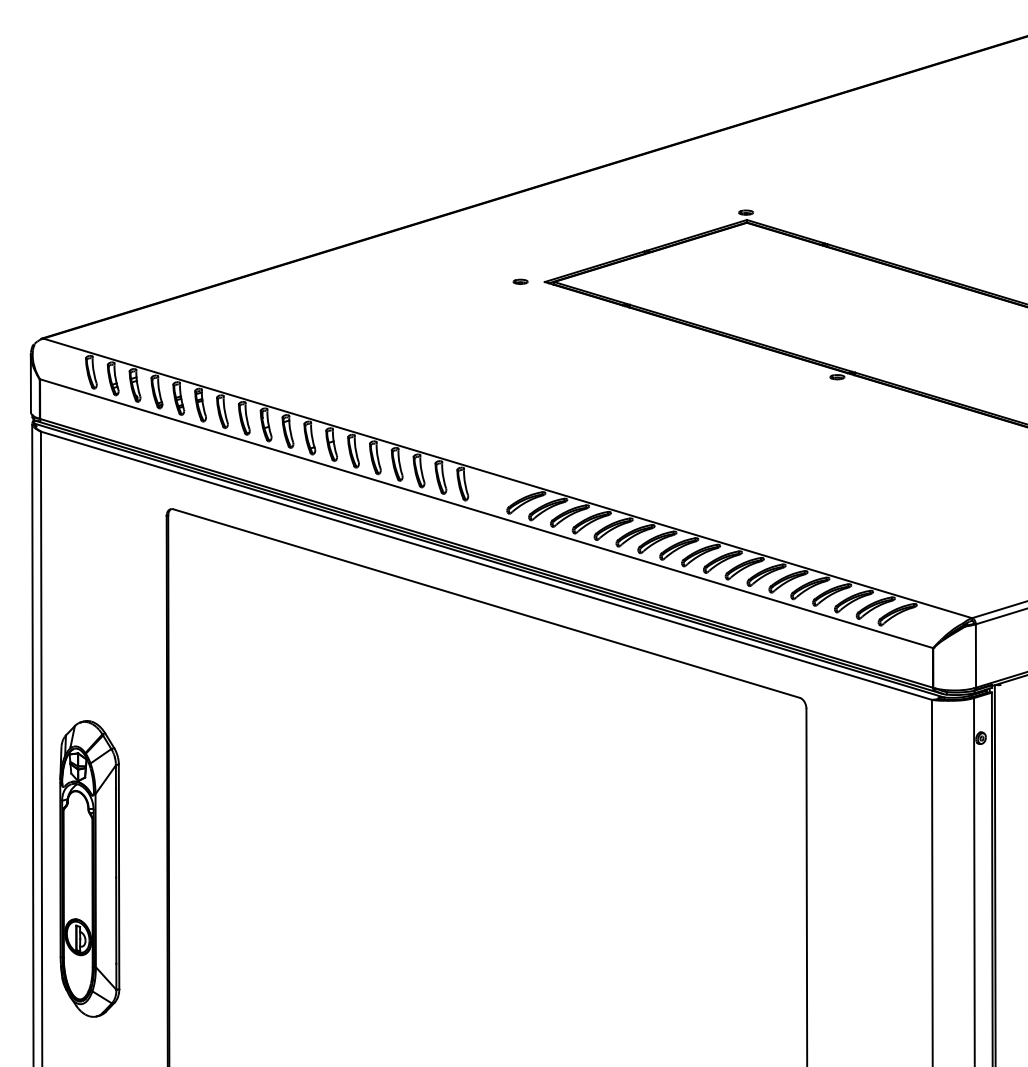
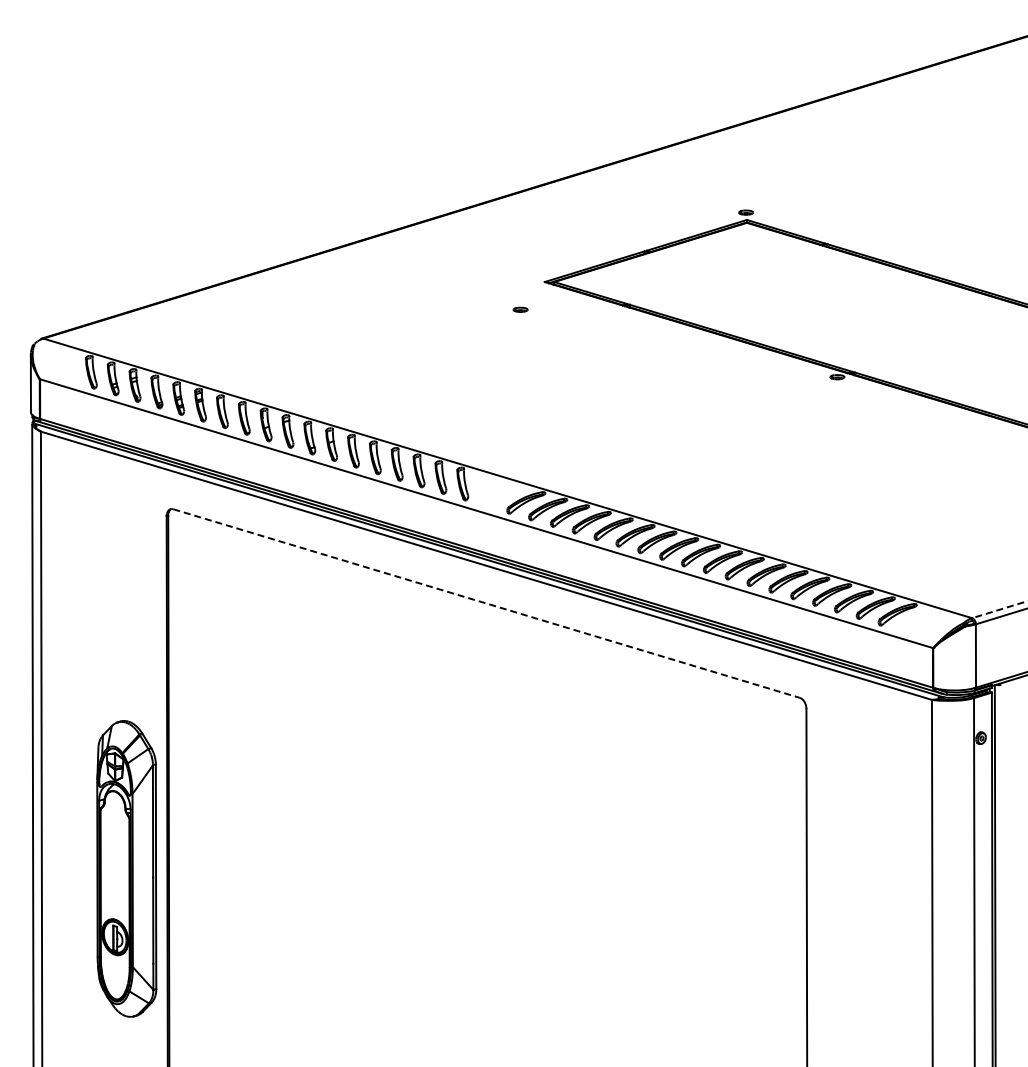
part at (520, 281) position: (520, 281) -> (520, 309)
line at (487, 603): solid -> dashed
line at (999, 609): solid -> dashed
part at (89, 868) position: (89, 868) -> (126, 868)
